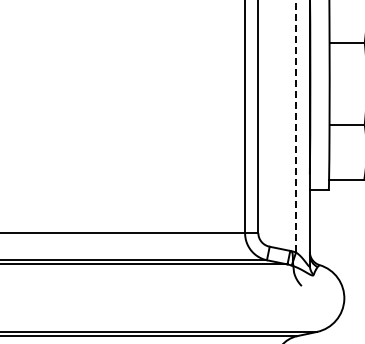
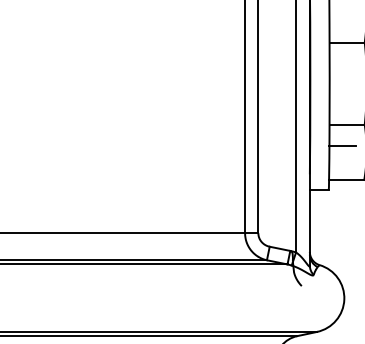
line at (296, 125): dashed -> solid
line at (342, 146): none -> present
